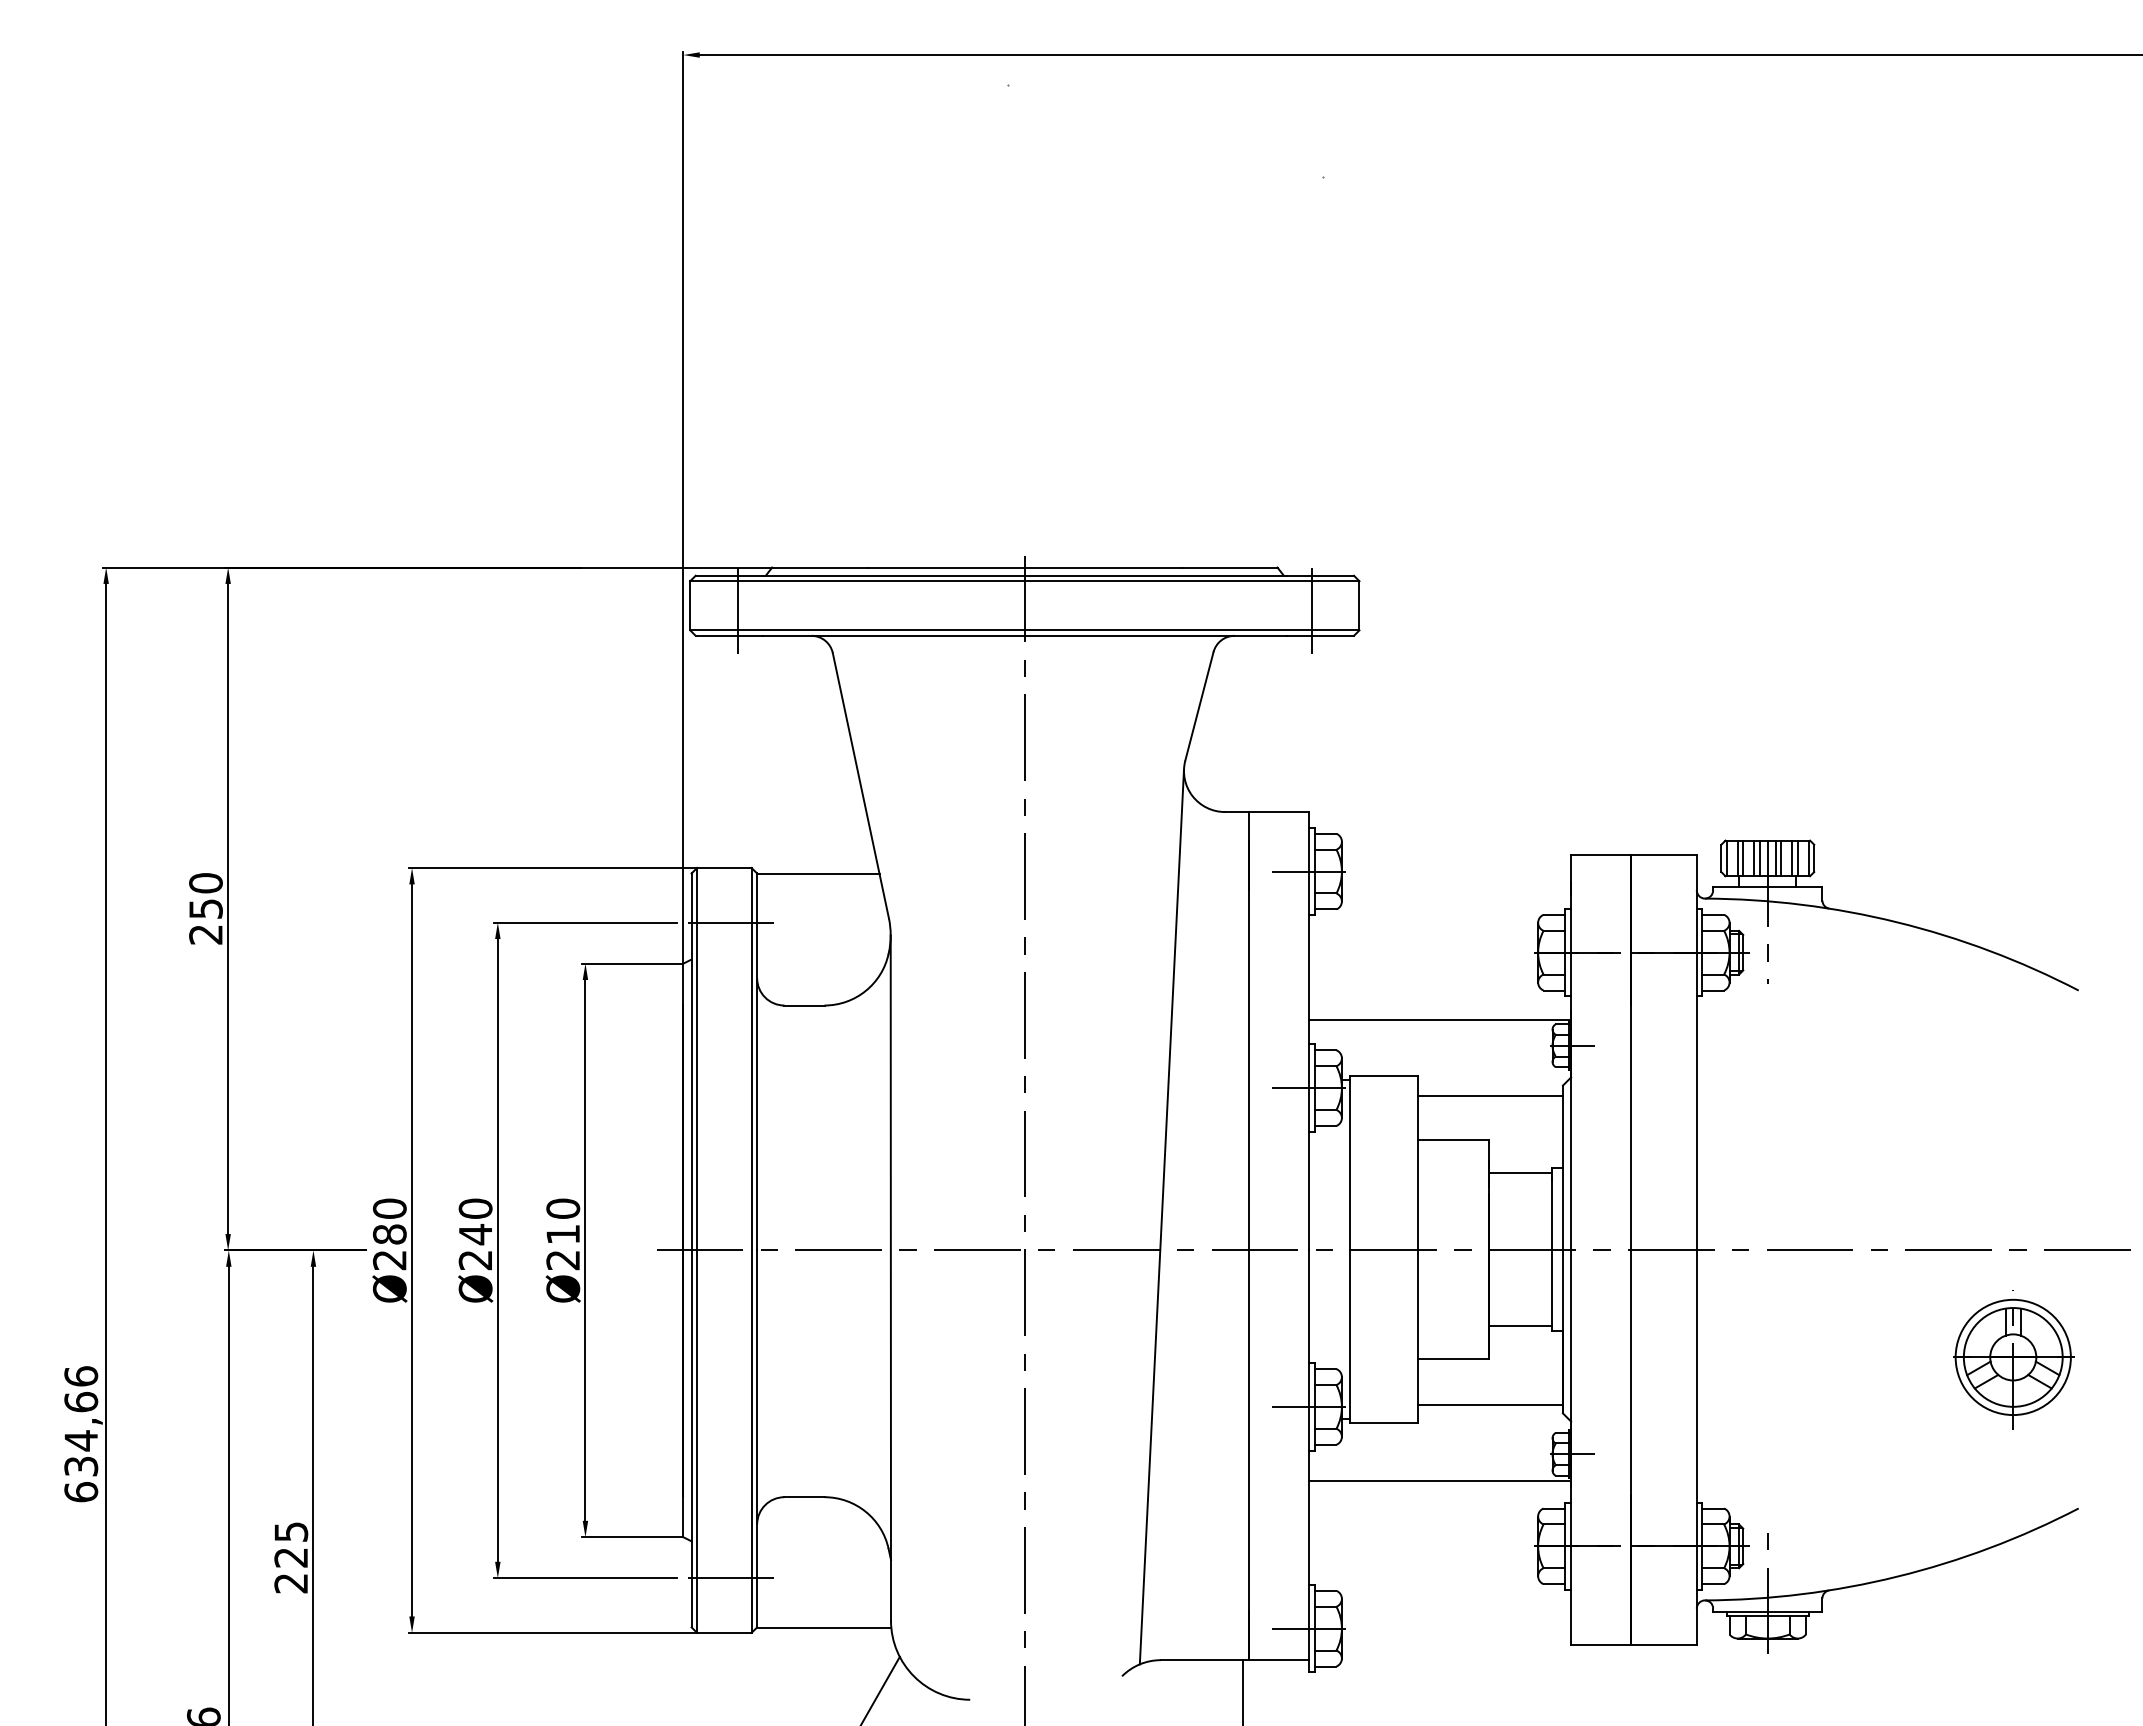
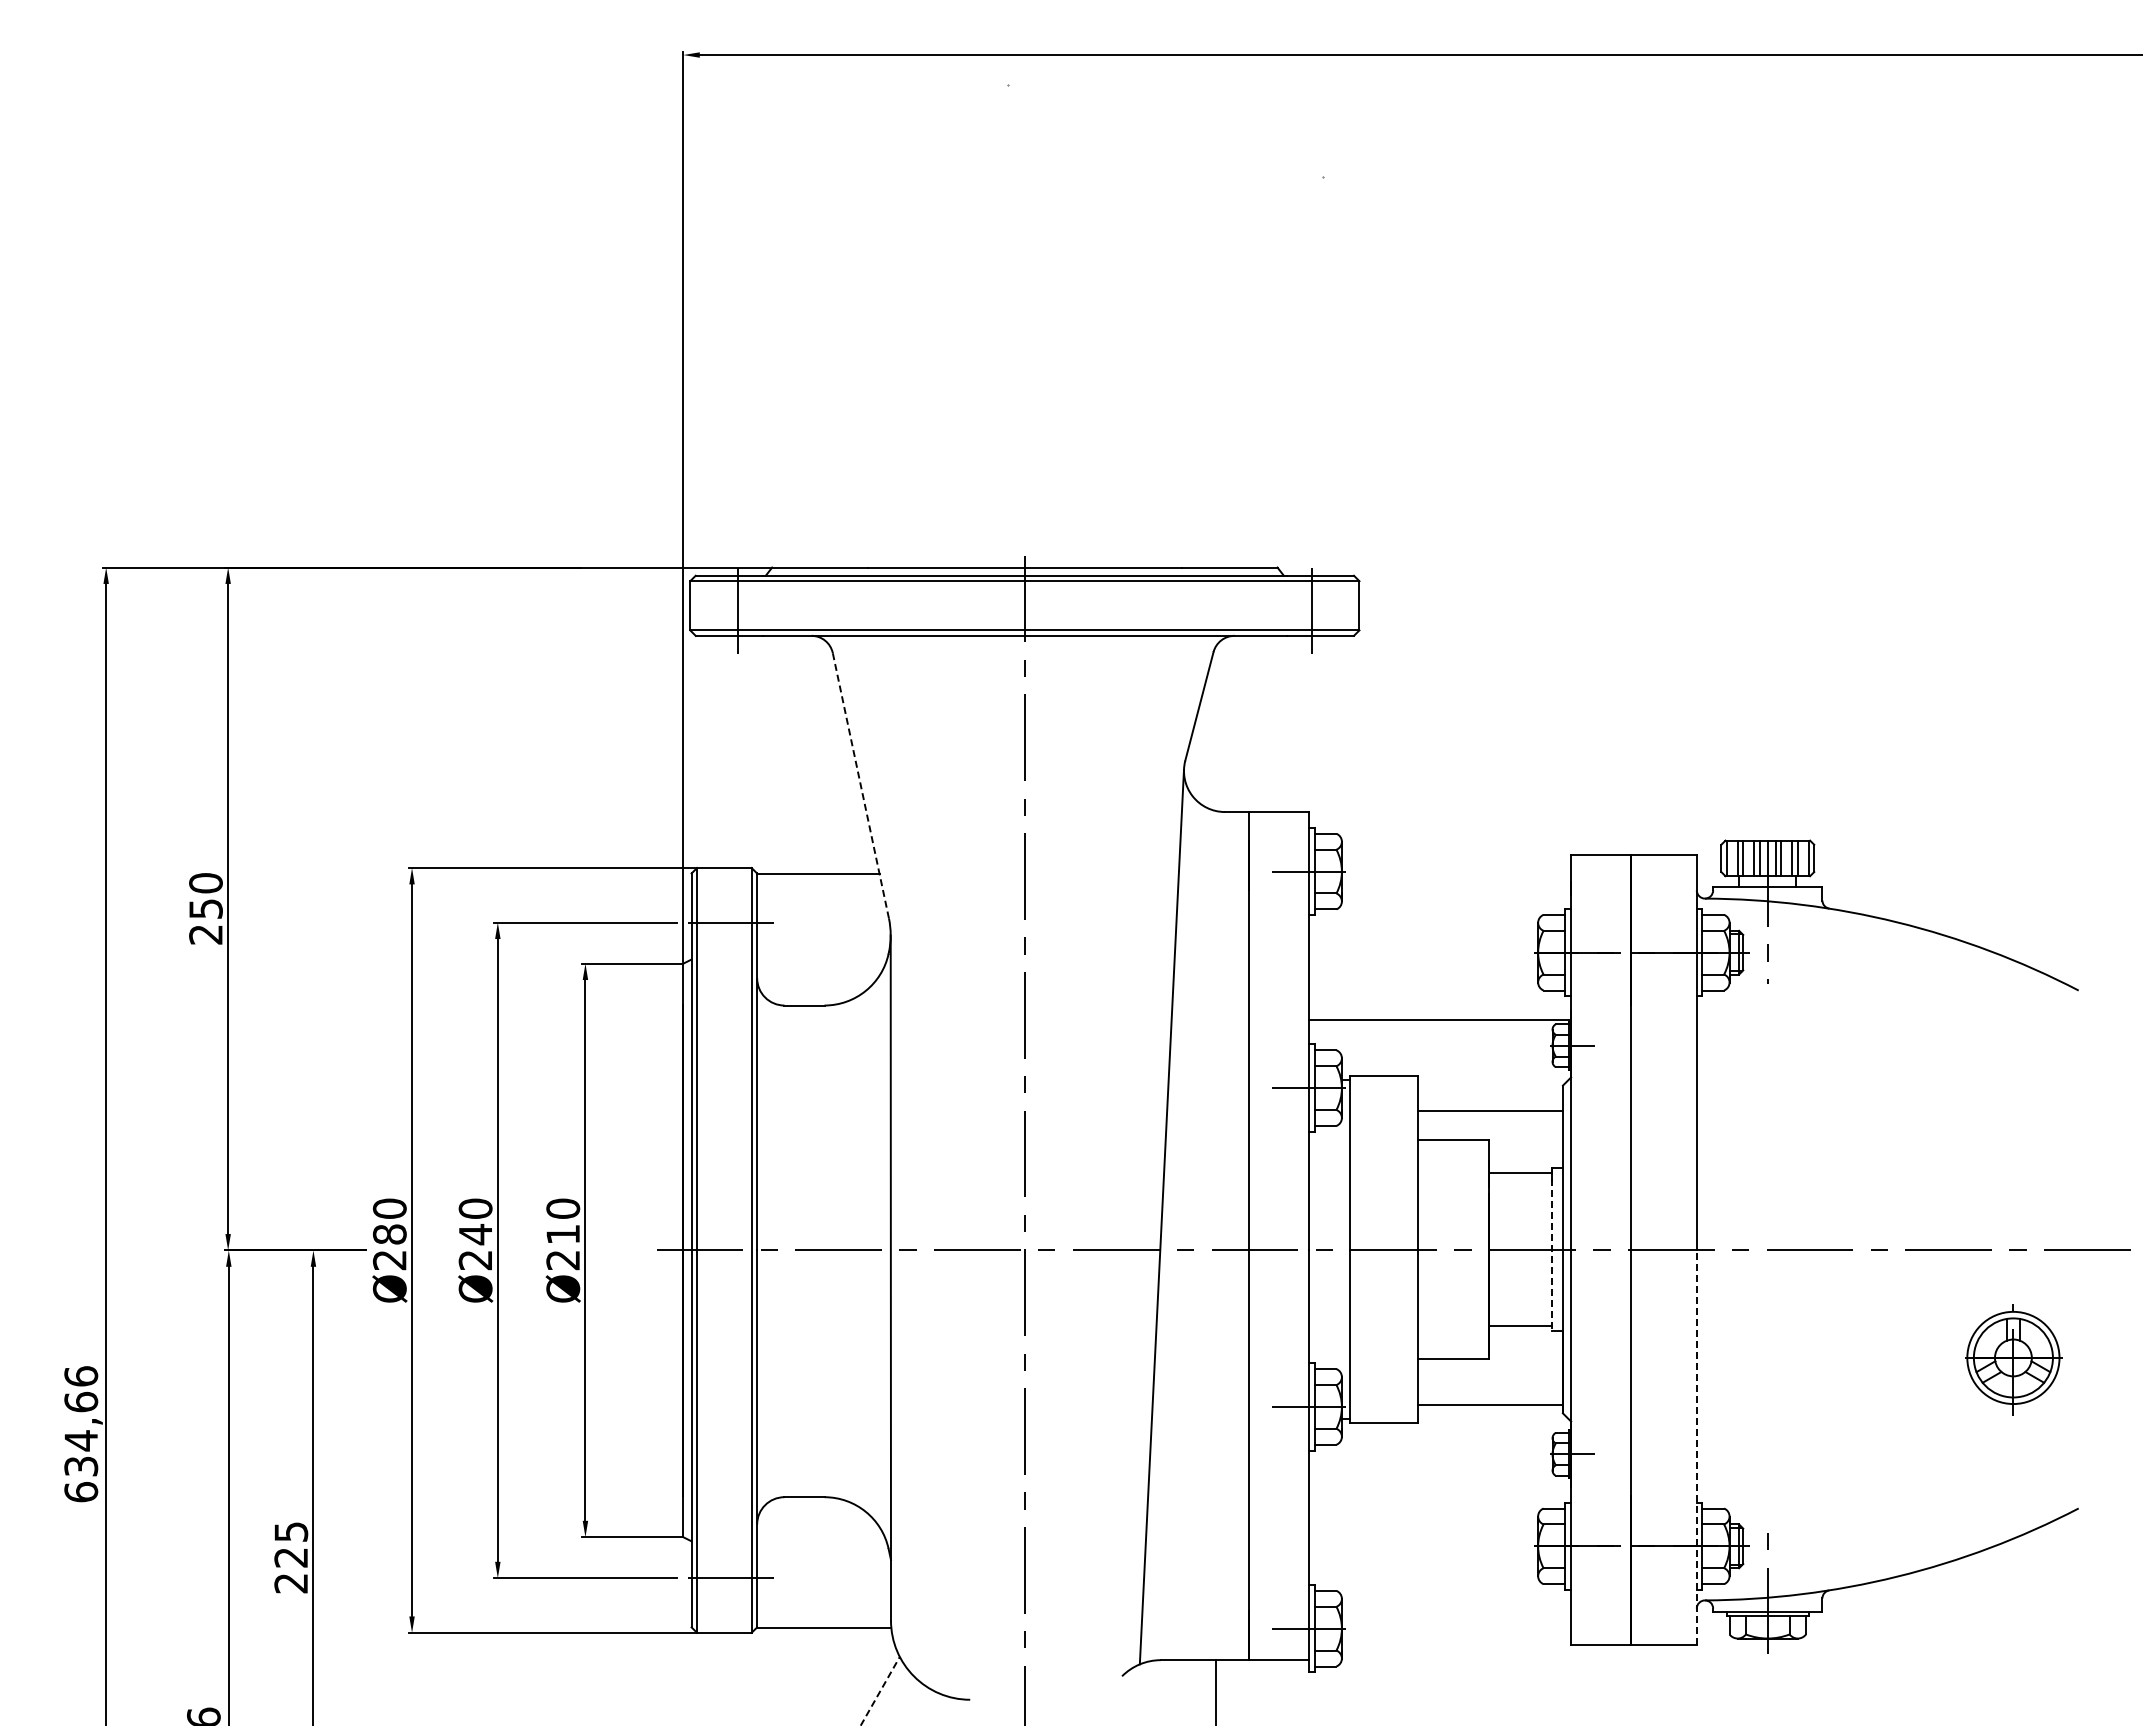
line at (860, 785): solid -> dashed
line at (1490, 1096) position: (1490, 1096) -> (1490, 1111)
line at (1552, 1249): solid -> dashed
part at (2013, 1359) size: 122x140 px -> 98x112 px
line at (1696, 1447): solid -> dashed
line at (1439, 1481): present -> none
line at (880, 1690): solid -> dashed
line at (1243, 1691) position: (1243, 1691) -> (1216, 1691)
